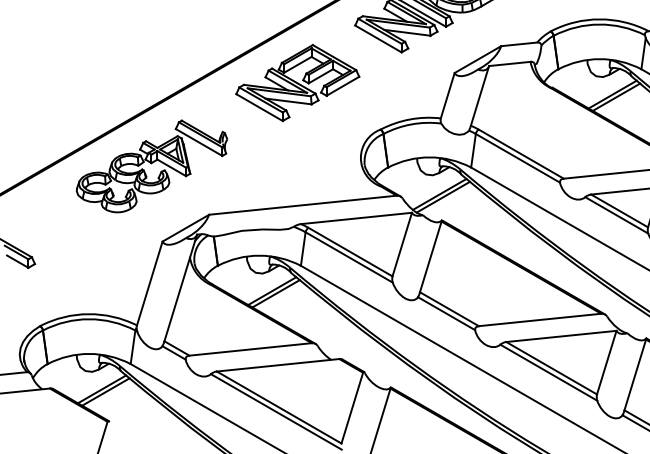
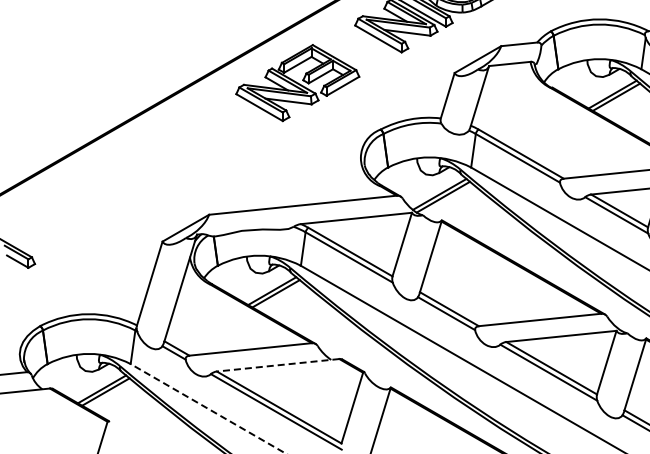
part at (151, 166): present -> none
line at (278, 365): solid -> dashed
line at (208, 409): solid -> dashed
